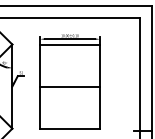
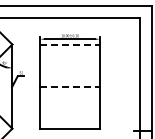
line at (70, 44): solid -> dashed
line at (70, 86): solid -> dashed
